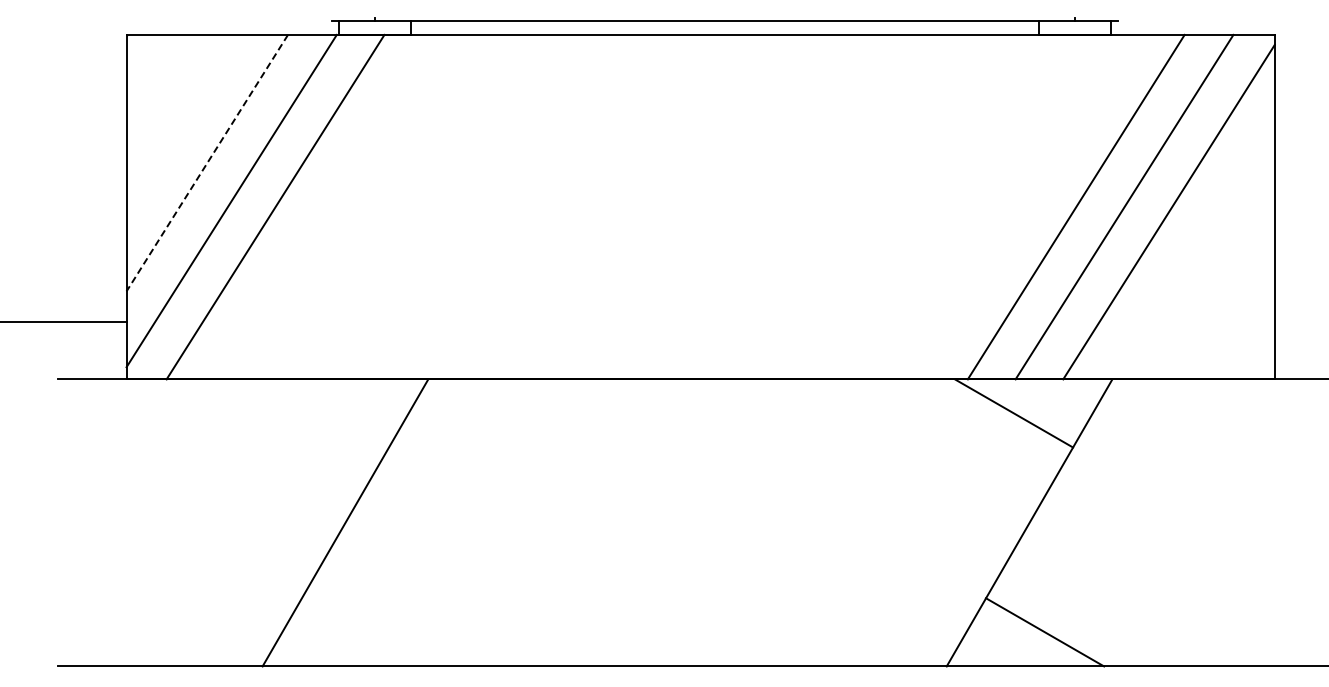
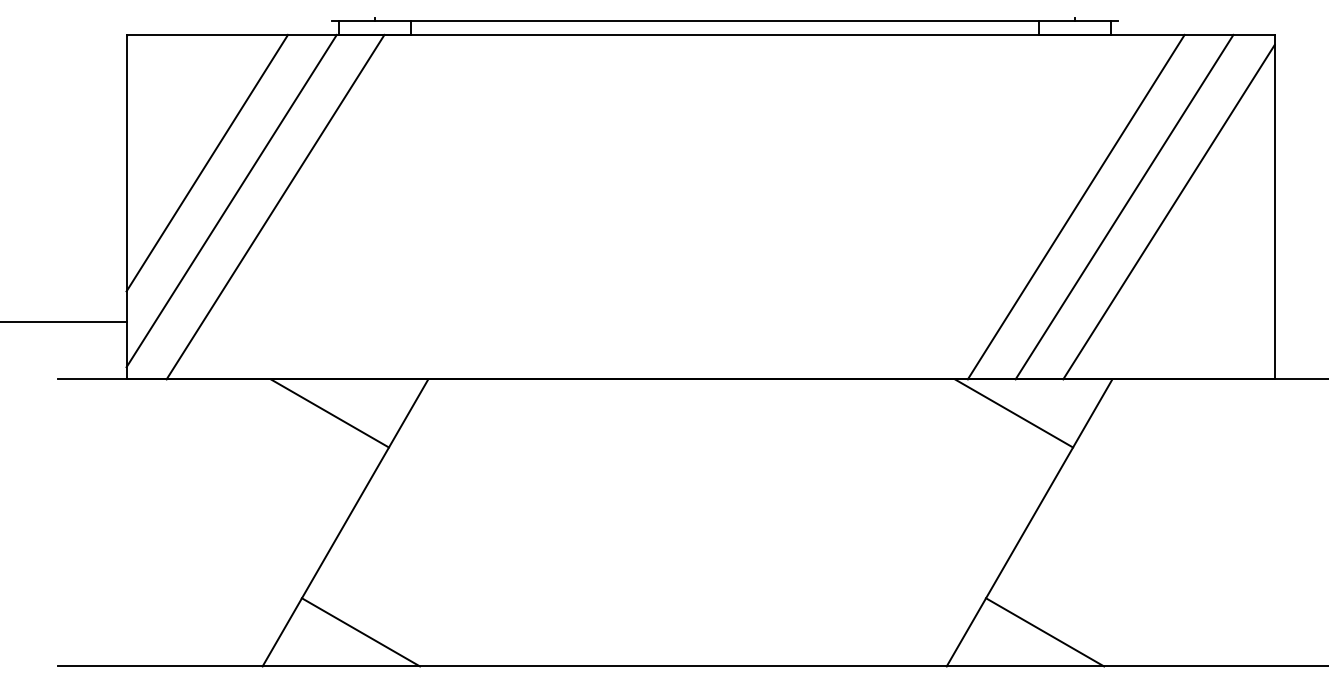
line at (207, 163): dashed -> solid
line at (329, 413): none -> present
line at (360, 632): none -> present
